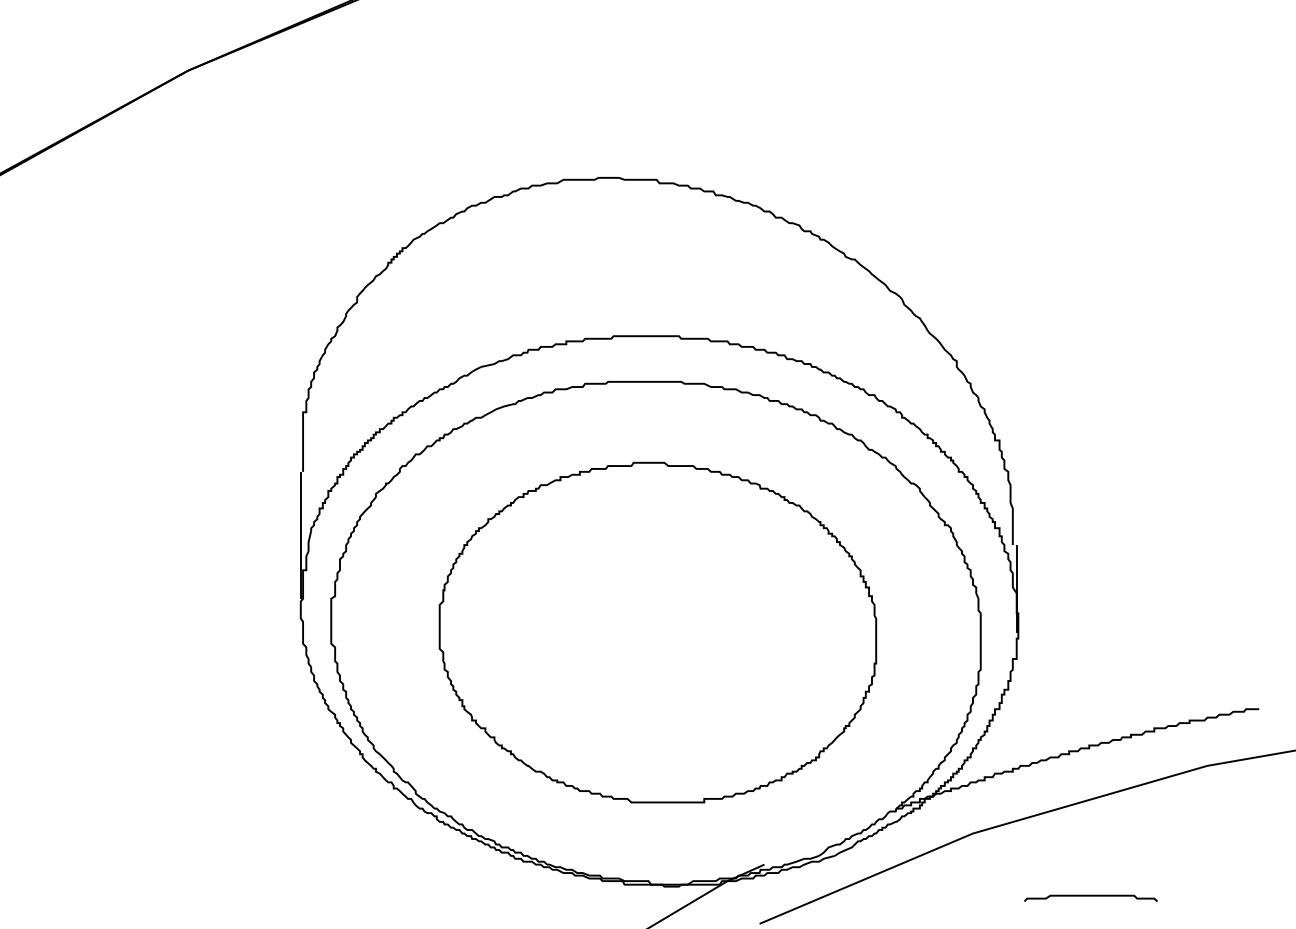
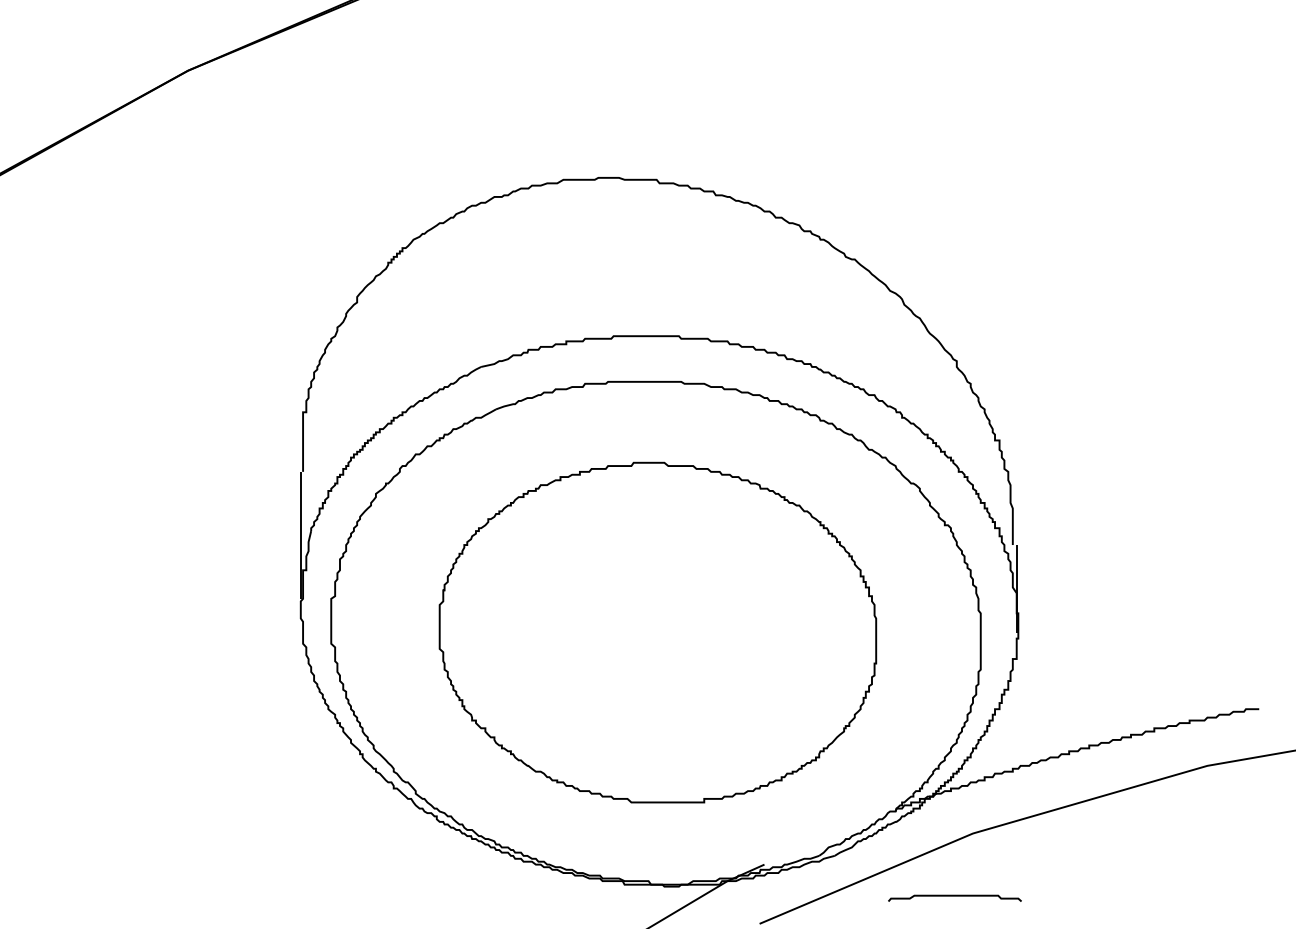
curve at (1090, 896) position: (1090, 896) -> (954, 896)
